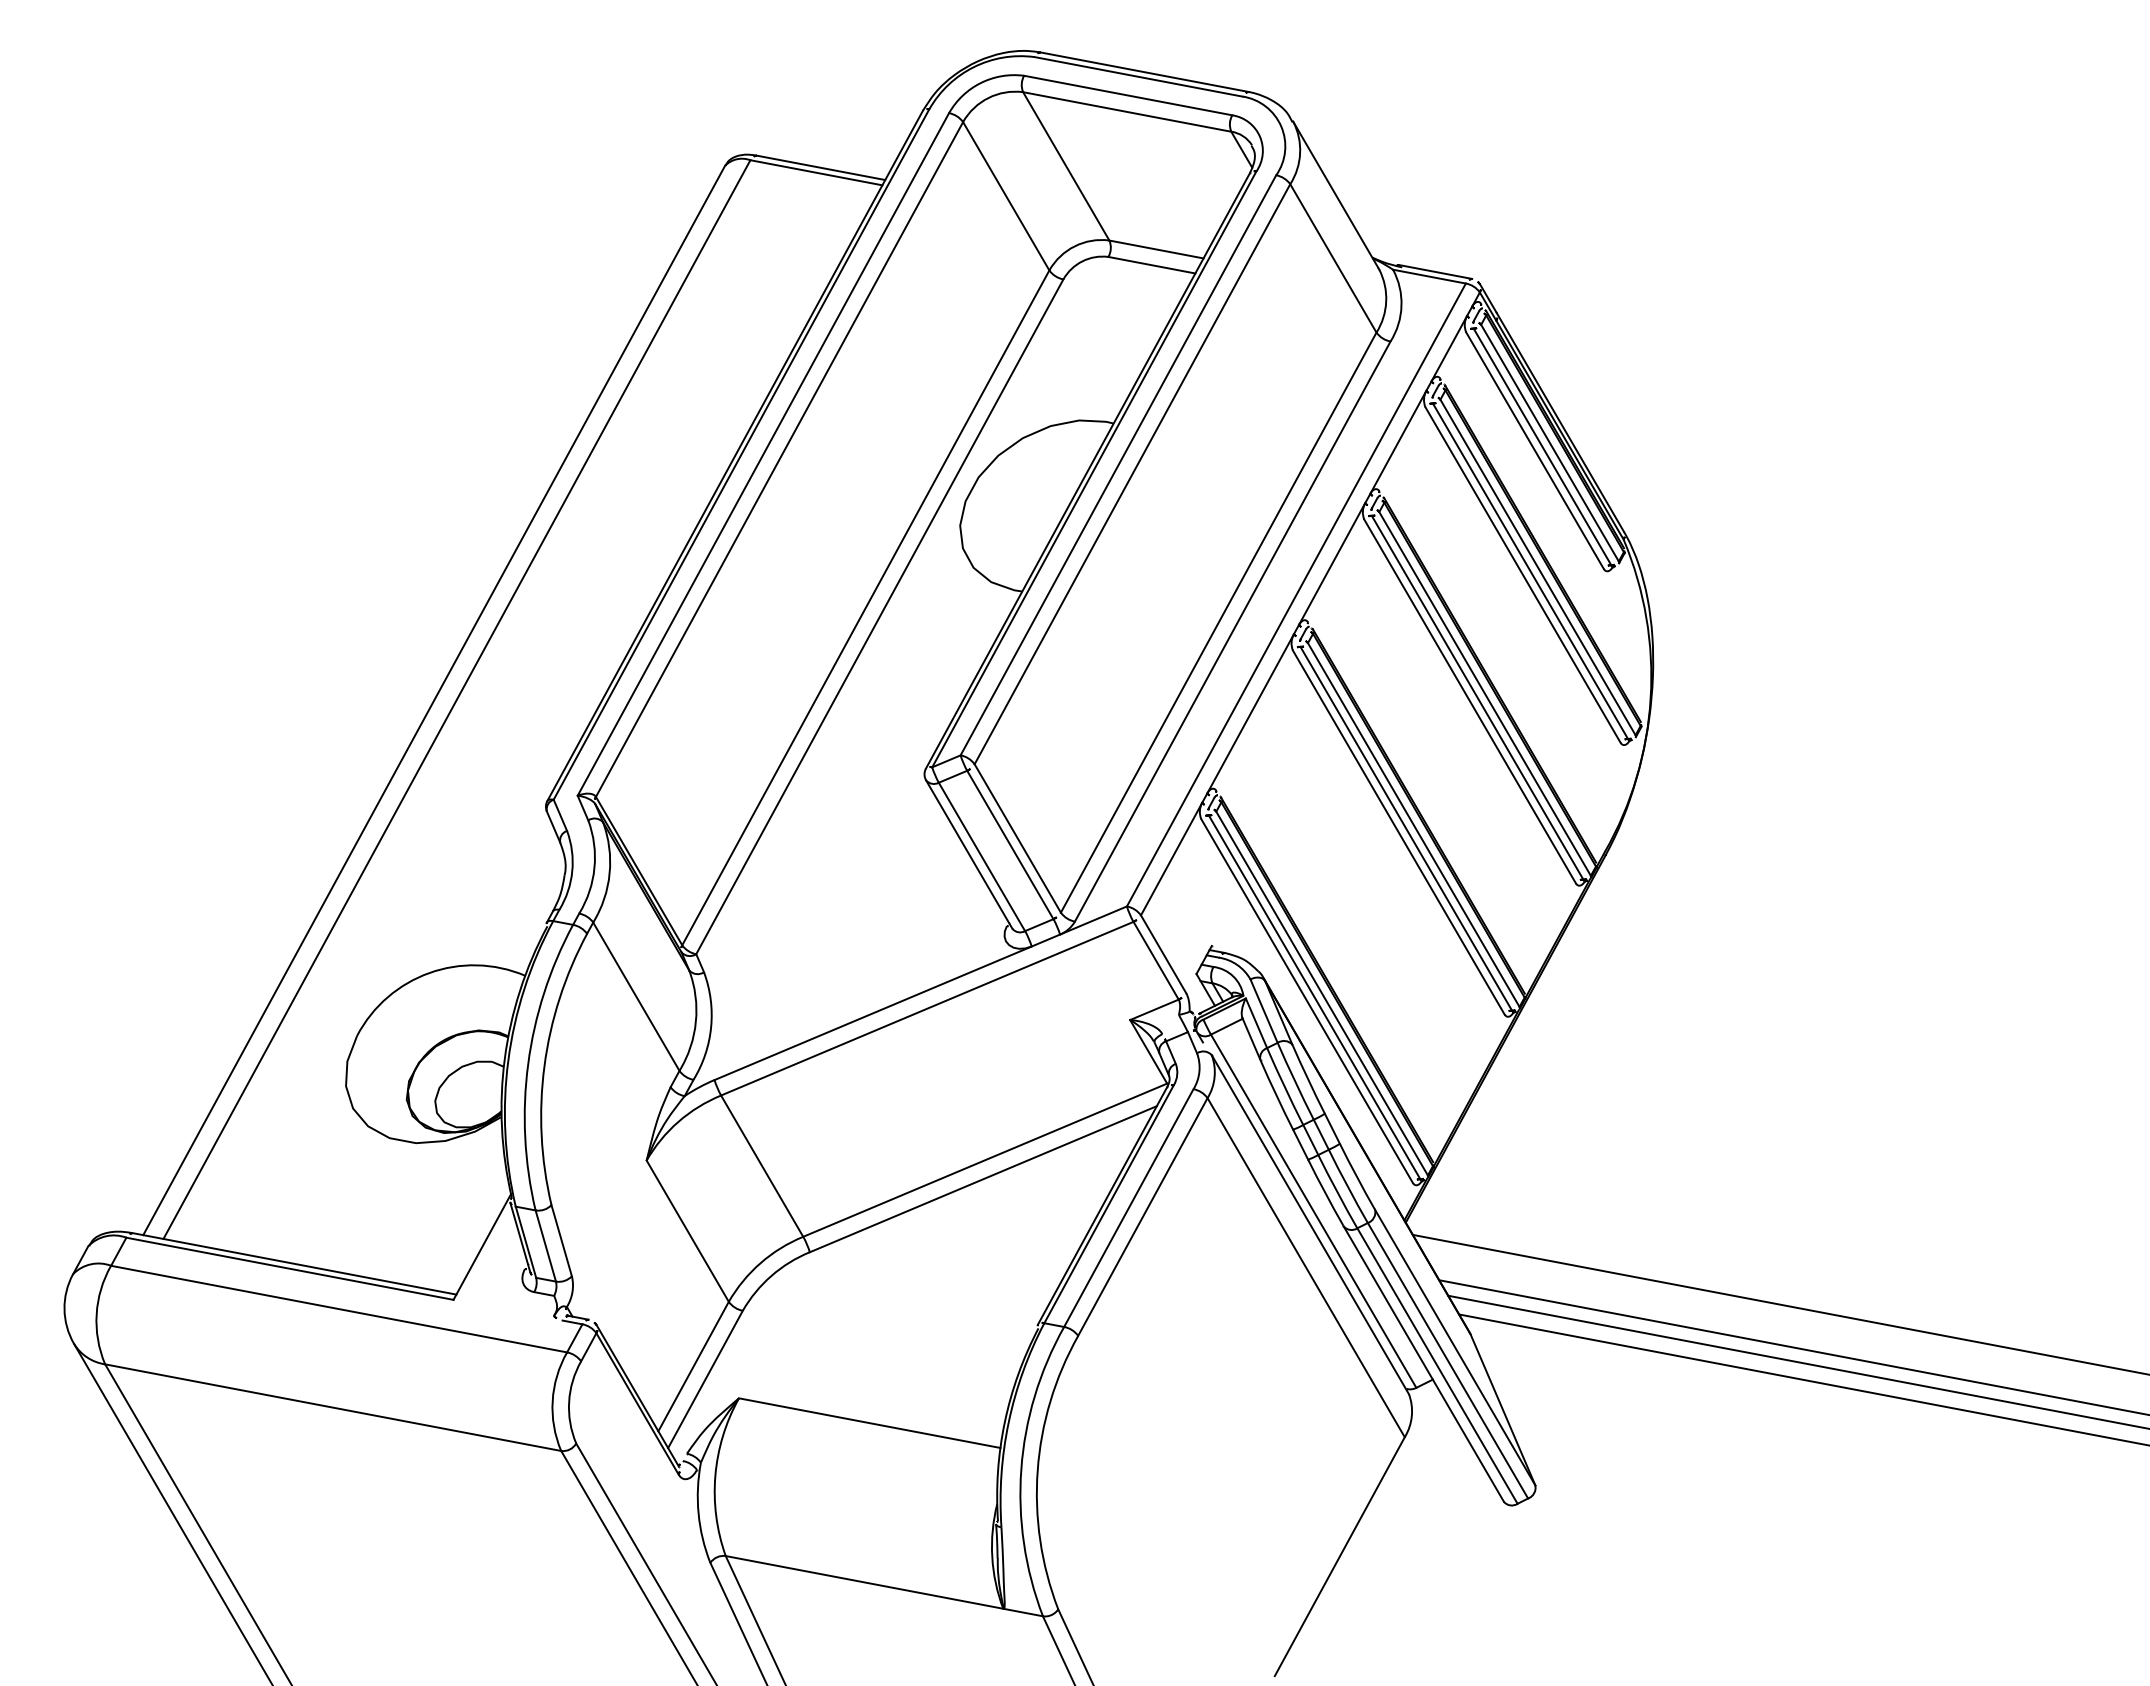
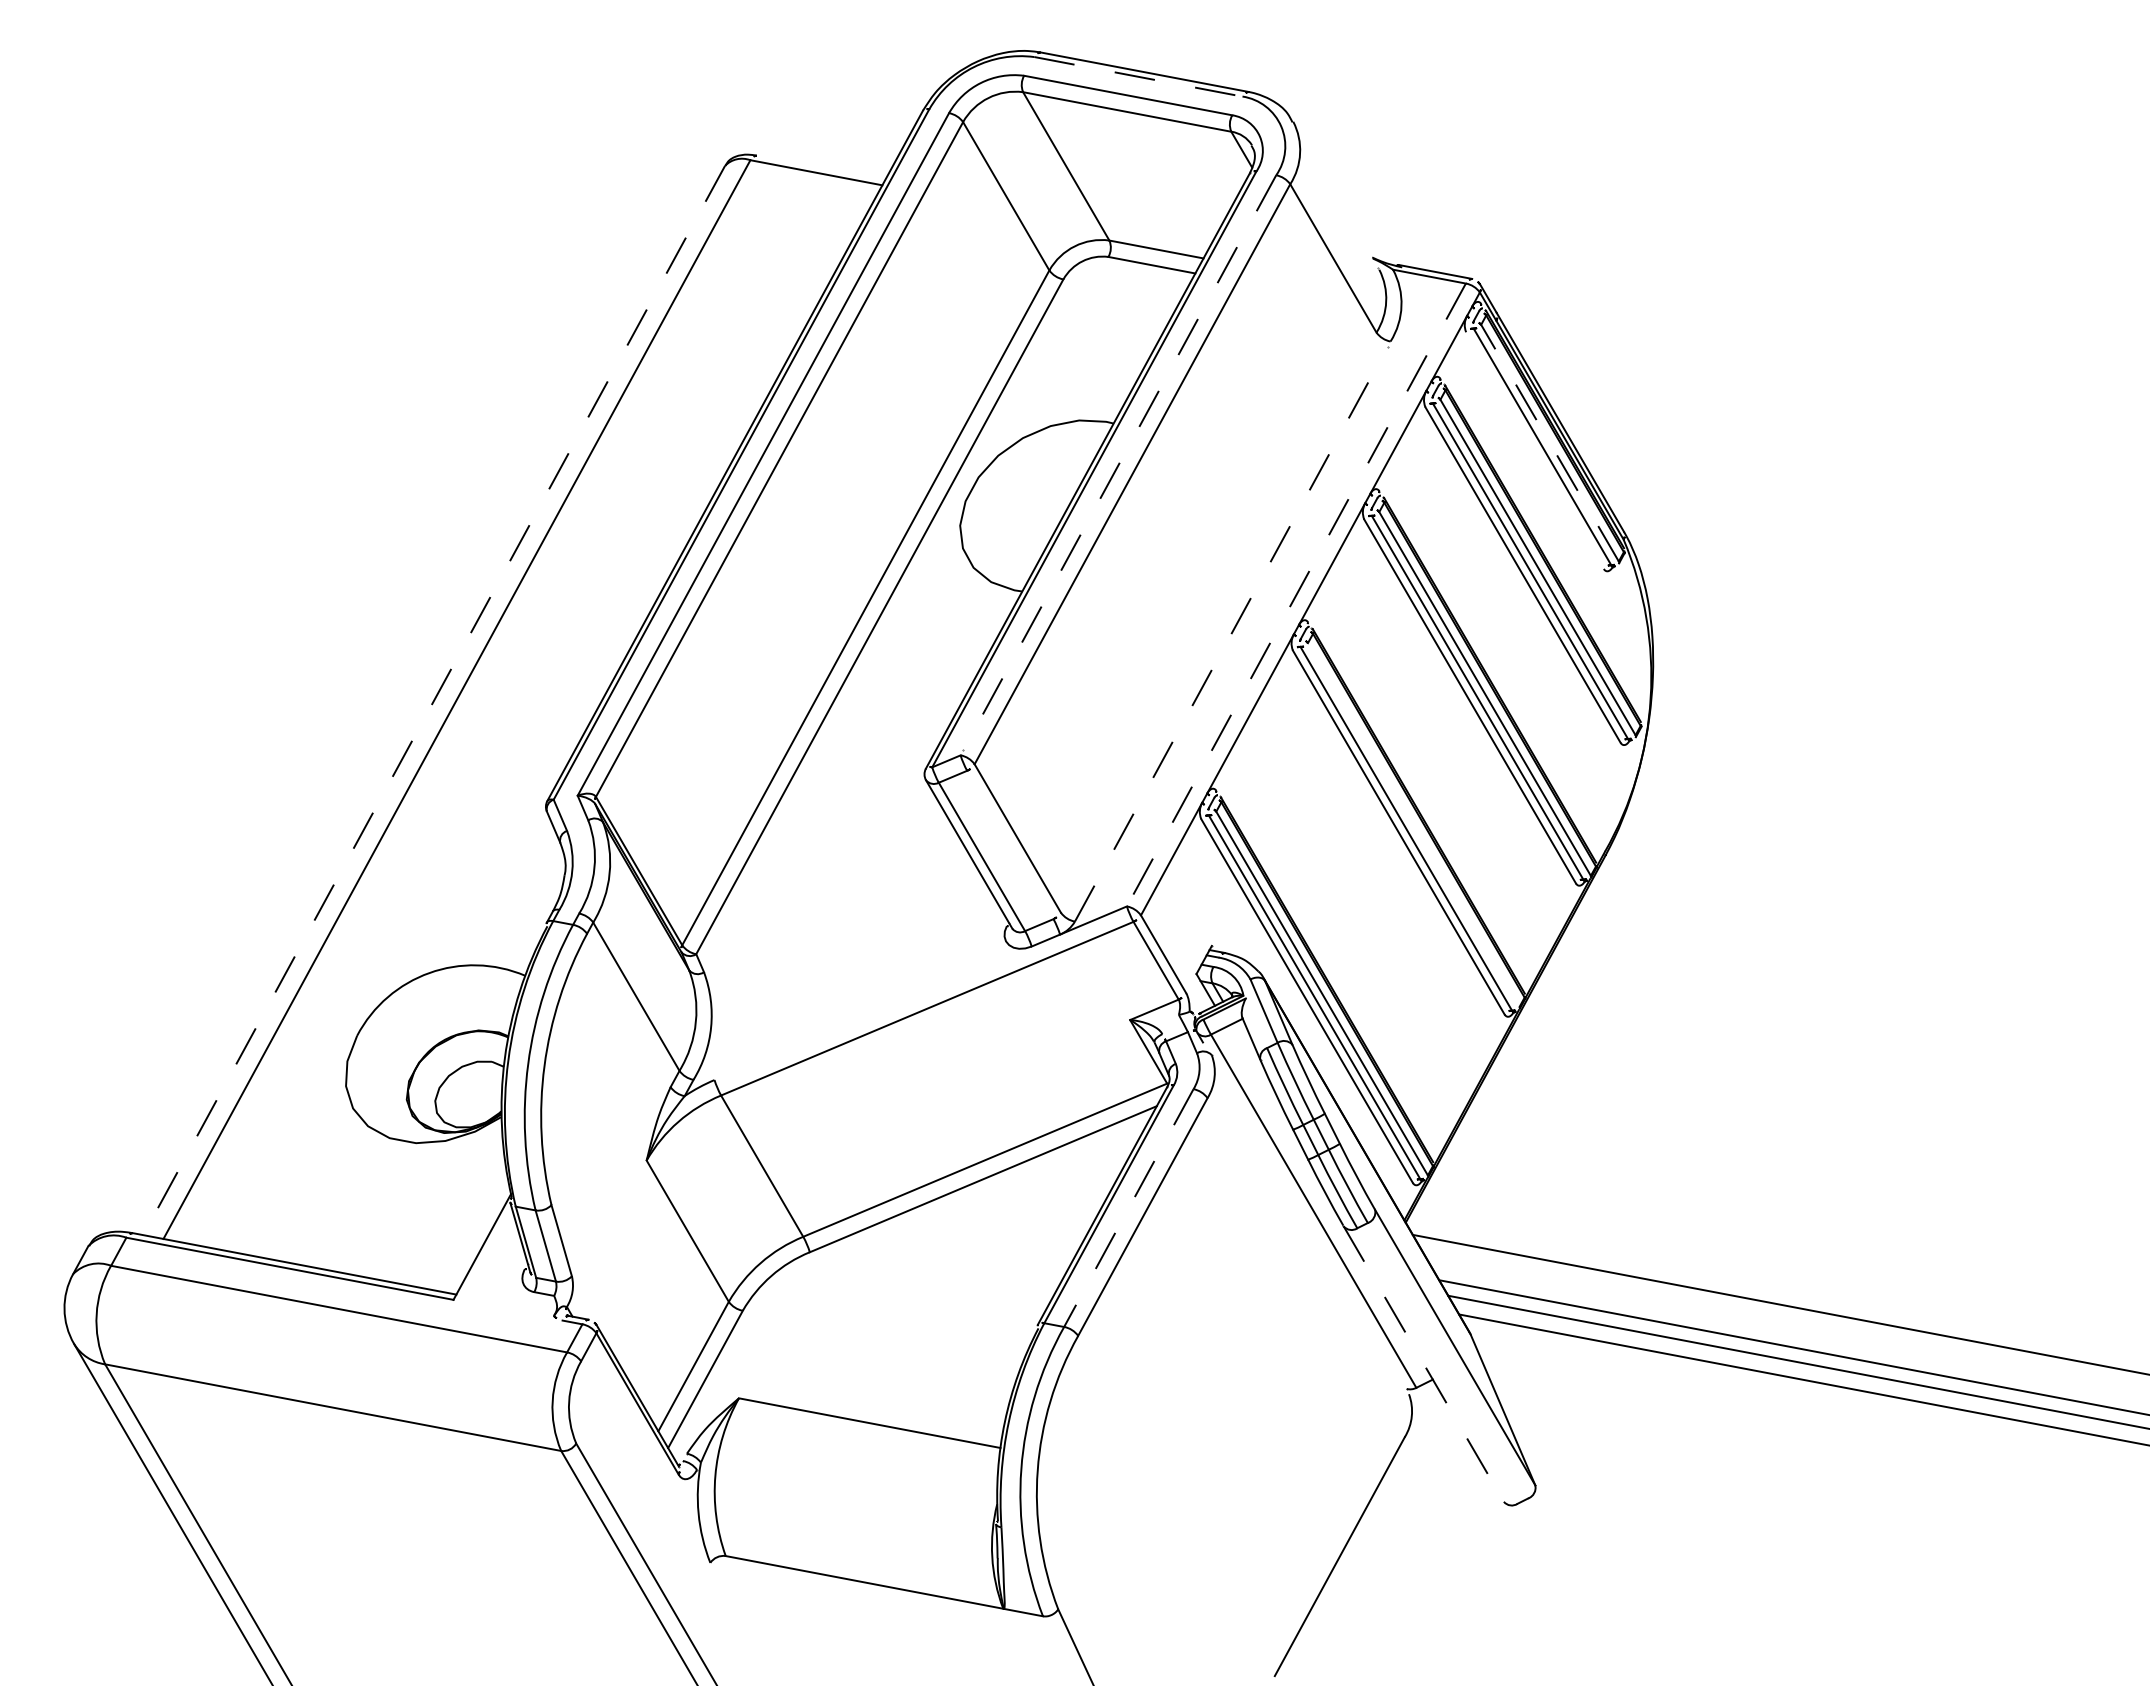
line at (1138, 76): solid -> dashed
line at (820, 167): present -> none
line at (1336, 195): present -> none
line at (1550, 443): solid -> dashed
line at (1534, 450): present -> none
line at (1118, 465): solid -> dashed
line at (1296, 595): solid -> dashed
line at (1218, 622): present -> none
line at (1232, 631): solid -> dashed
line at (434, 700): solid -> dashed
line at (1413, 824): present -> none
line at (1010, 844): present -> none
line at (872, 1013): present -> none
line at (1256, 1023): present -> none
line at (1128, 1208): solid -> dashed
line at (1309, 1224): present -> none
line at (1305, 1267): present -> none
line at (1447, 1360): present -> none
line at (1424, 1364): solid -> dashed
line at (1437, 1365): present -> none
line at (754, 1619): present -> none
line at (738, 1622): present -> none
line at (1057, 1649): present -> none
